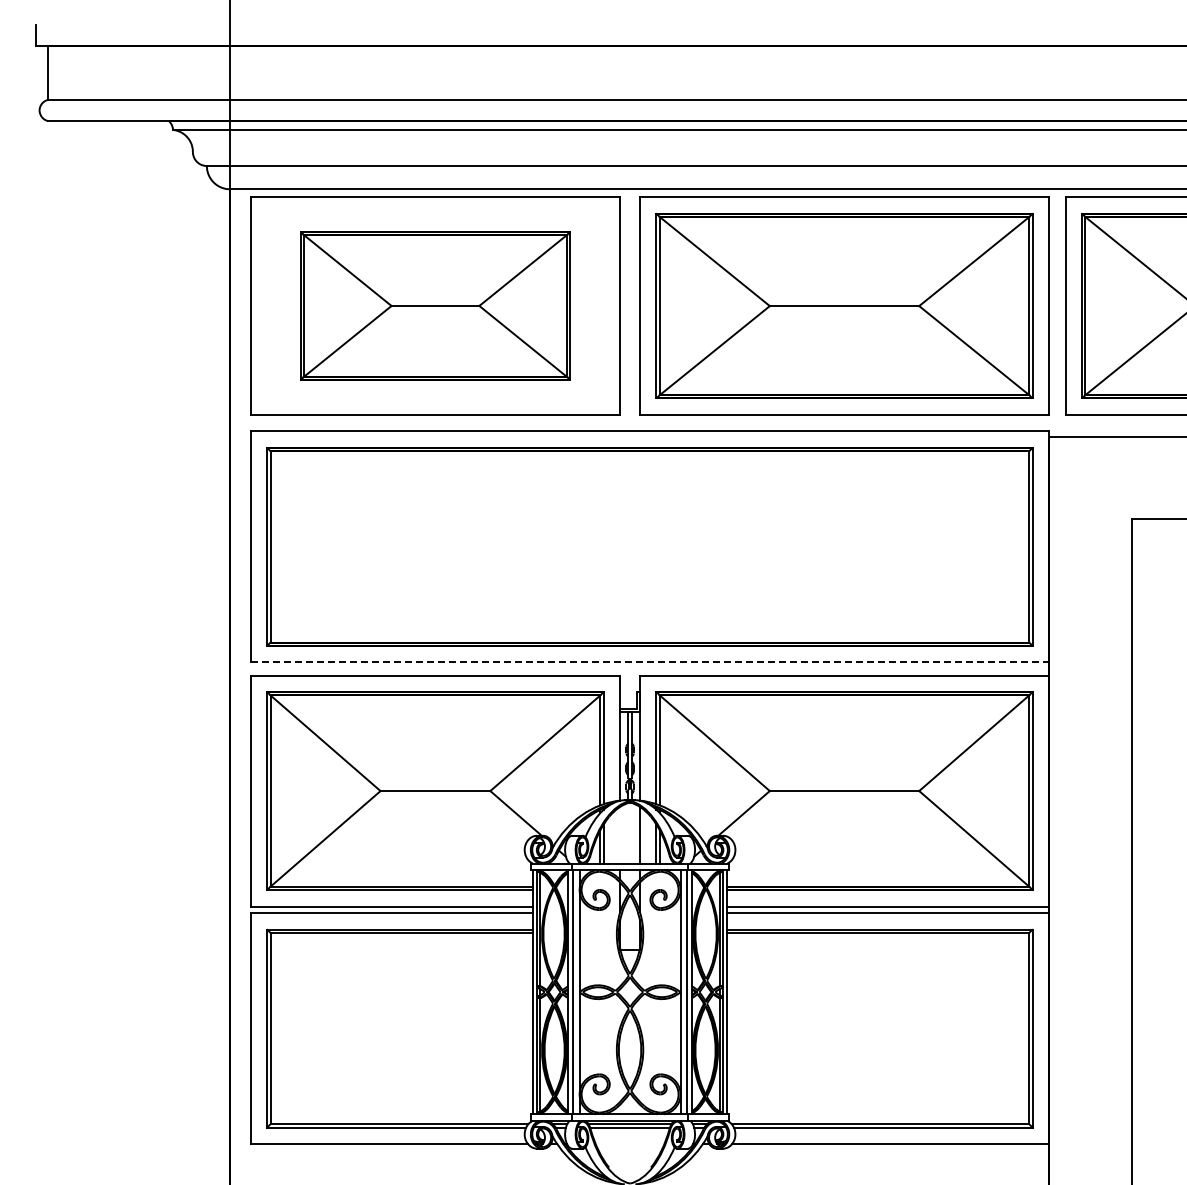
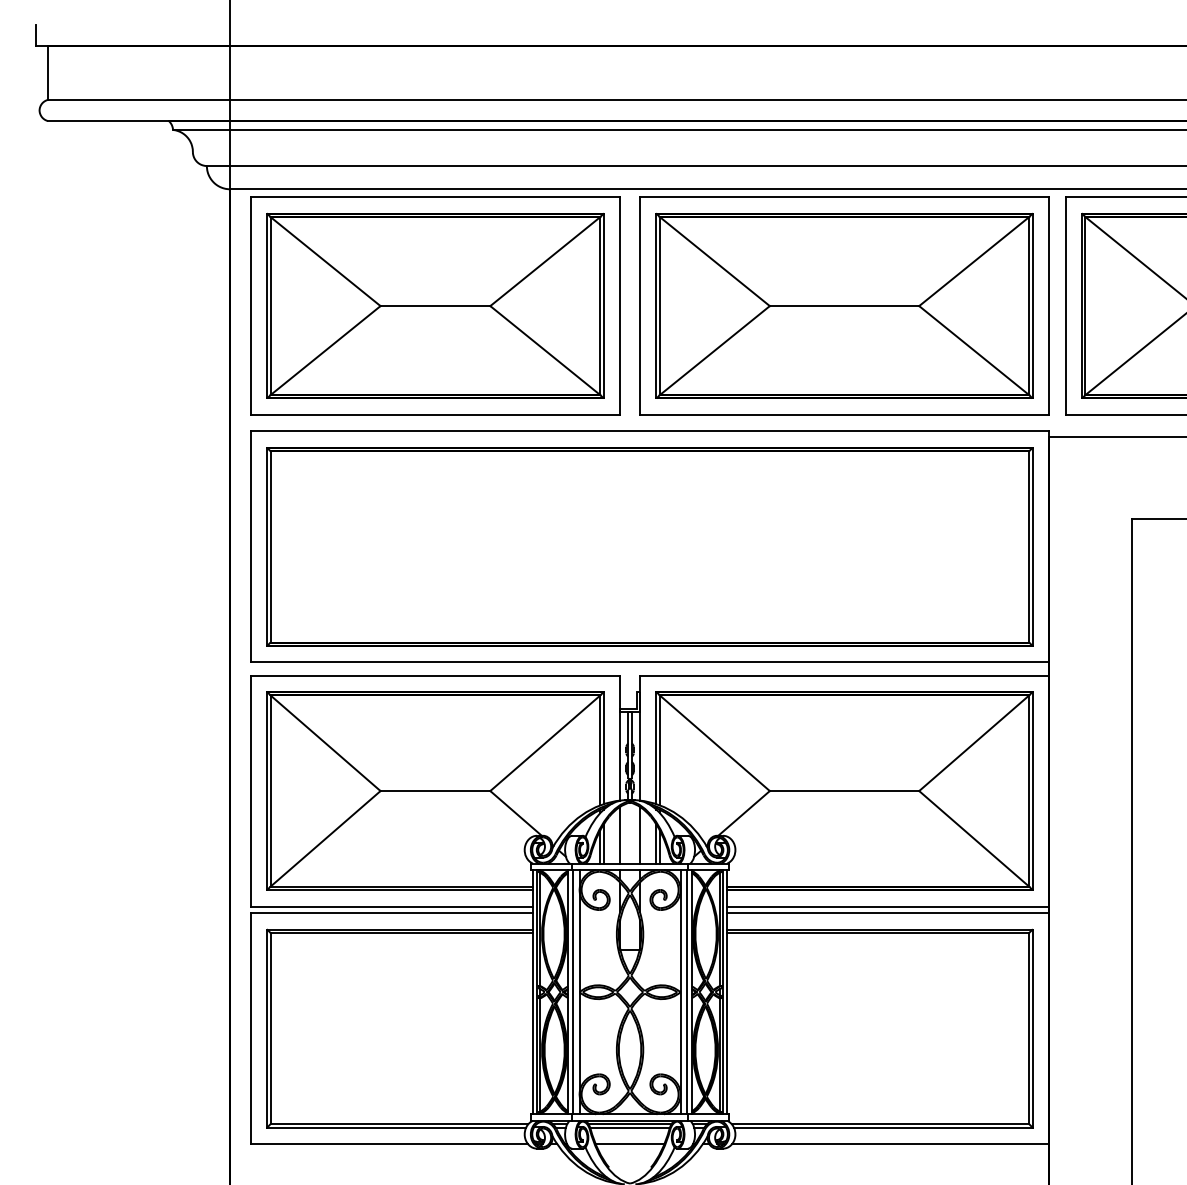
part at (435, 305) size: 271x150 px -> 339x187 px
line at (650, 662): dashed -> solid
line at (620, 834): none -> present
line at (629, 1144): none -> present
